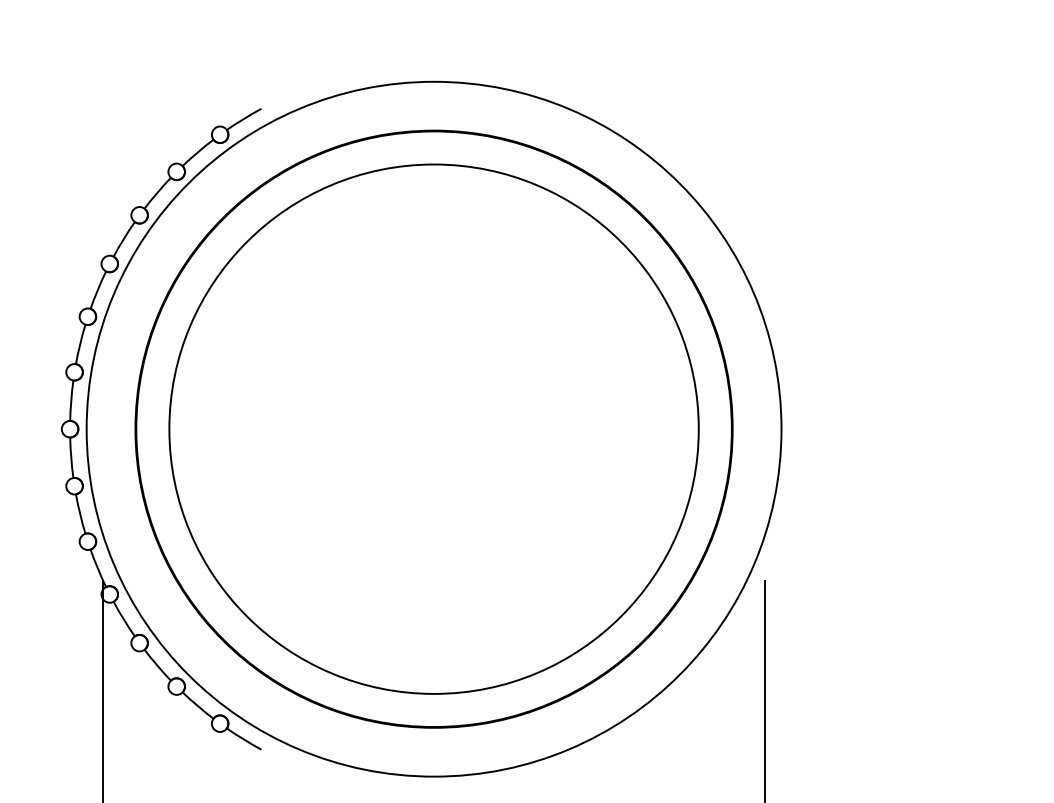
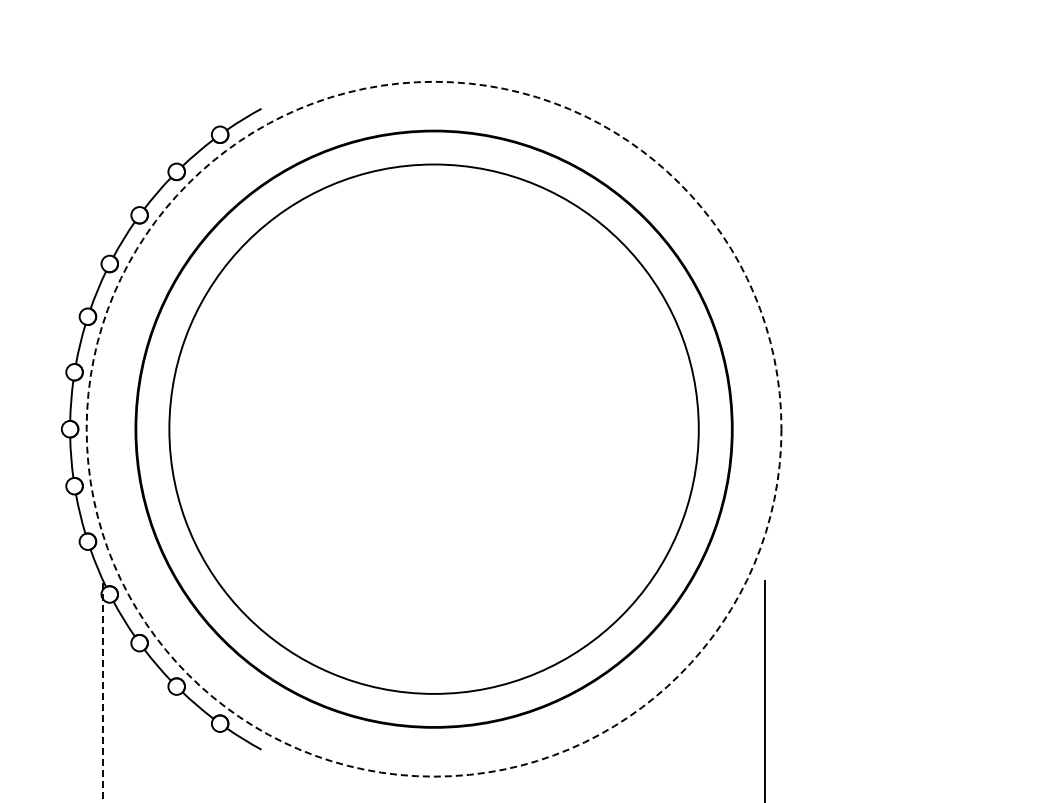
circle at (433, 428): solid -> dashed
line at (103, 691): solid -> dashed
